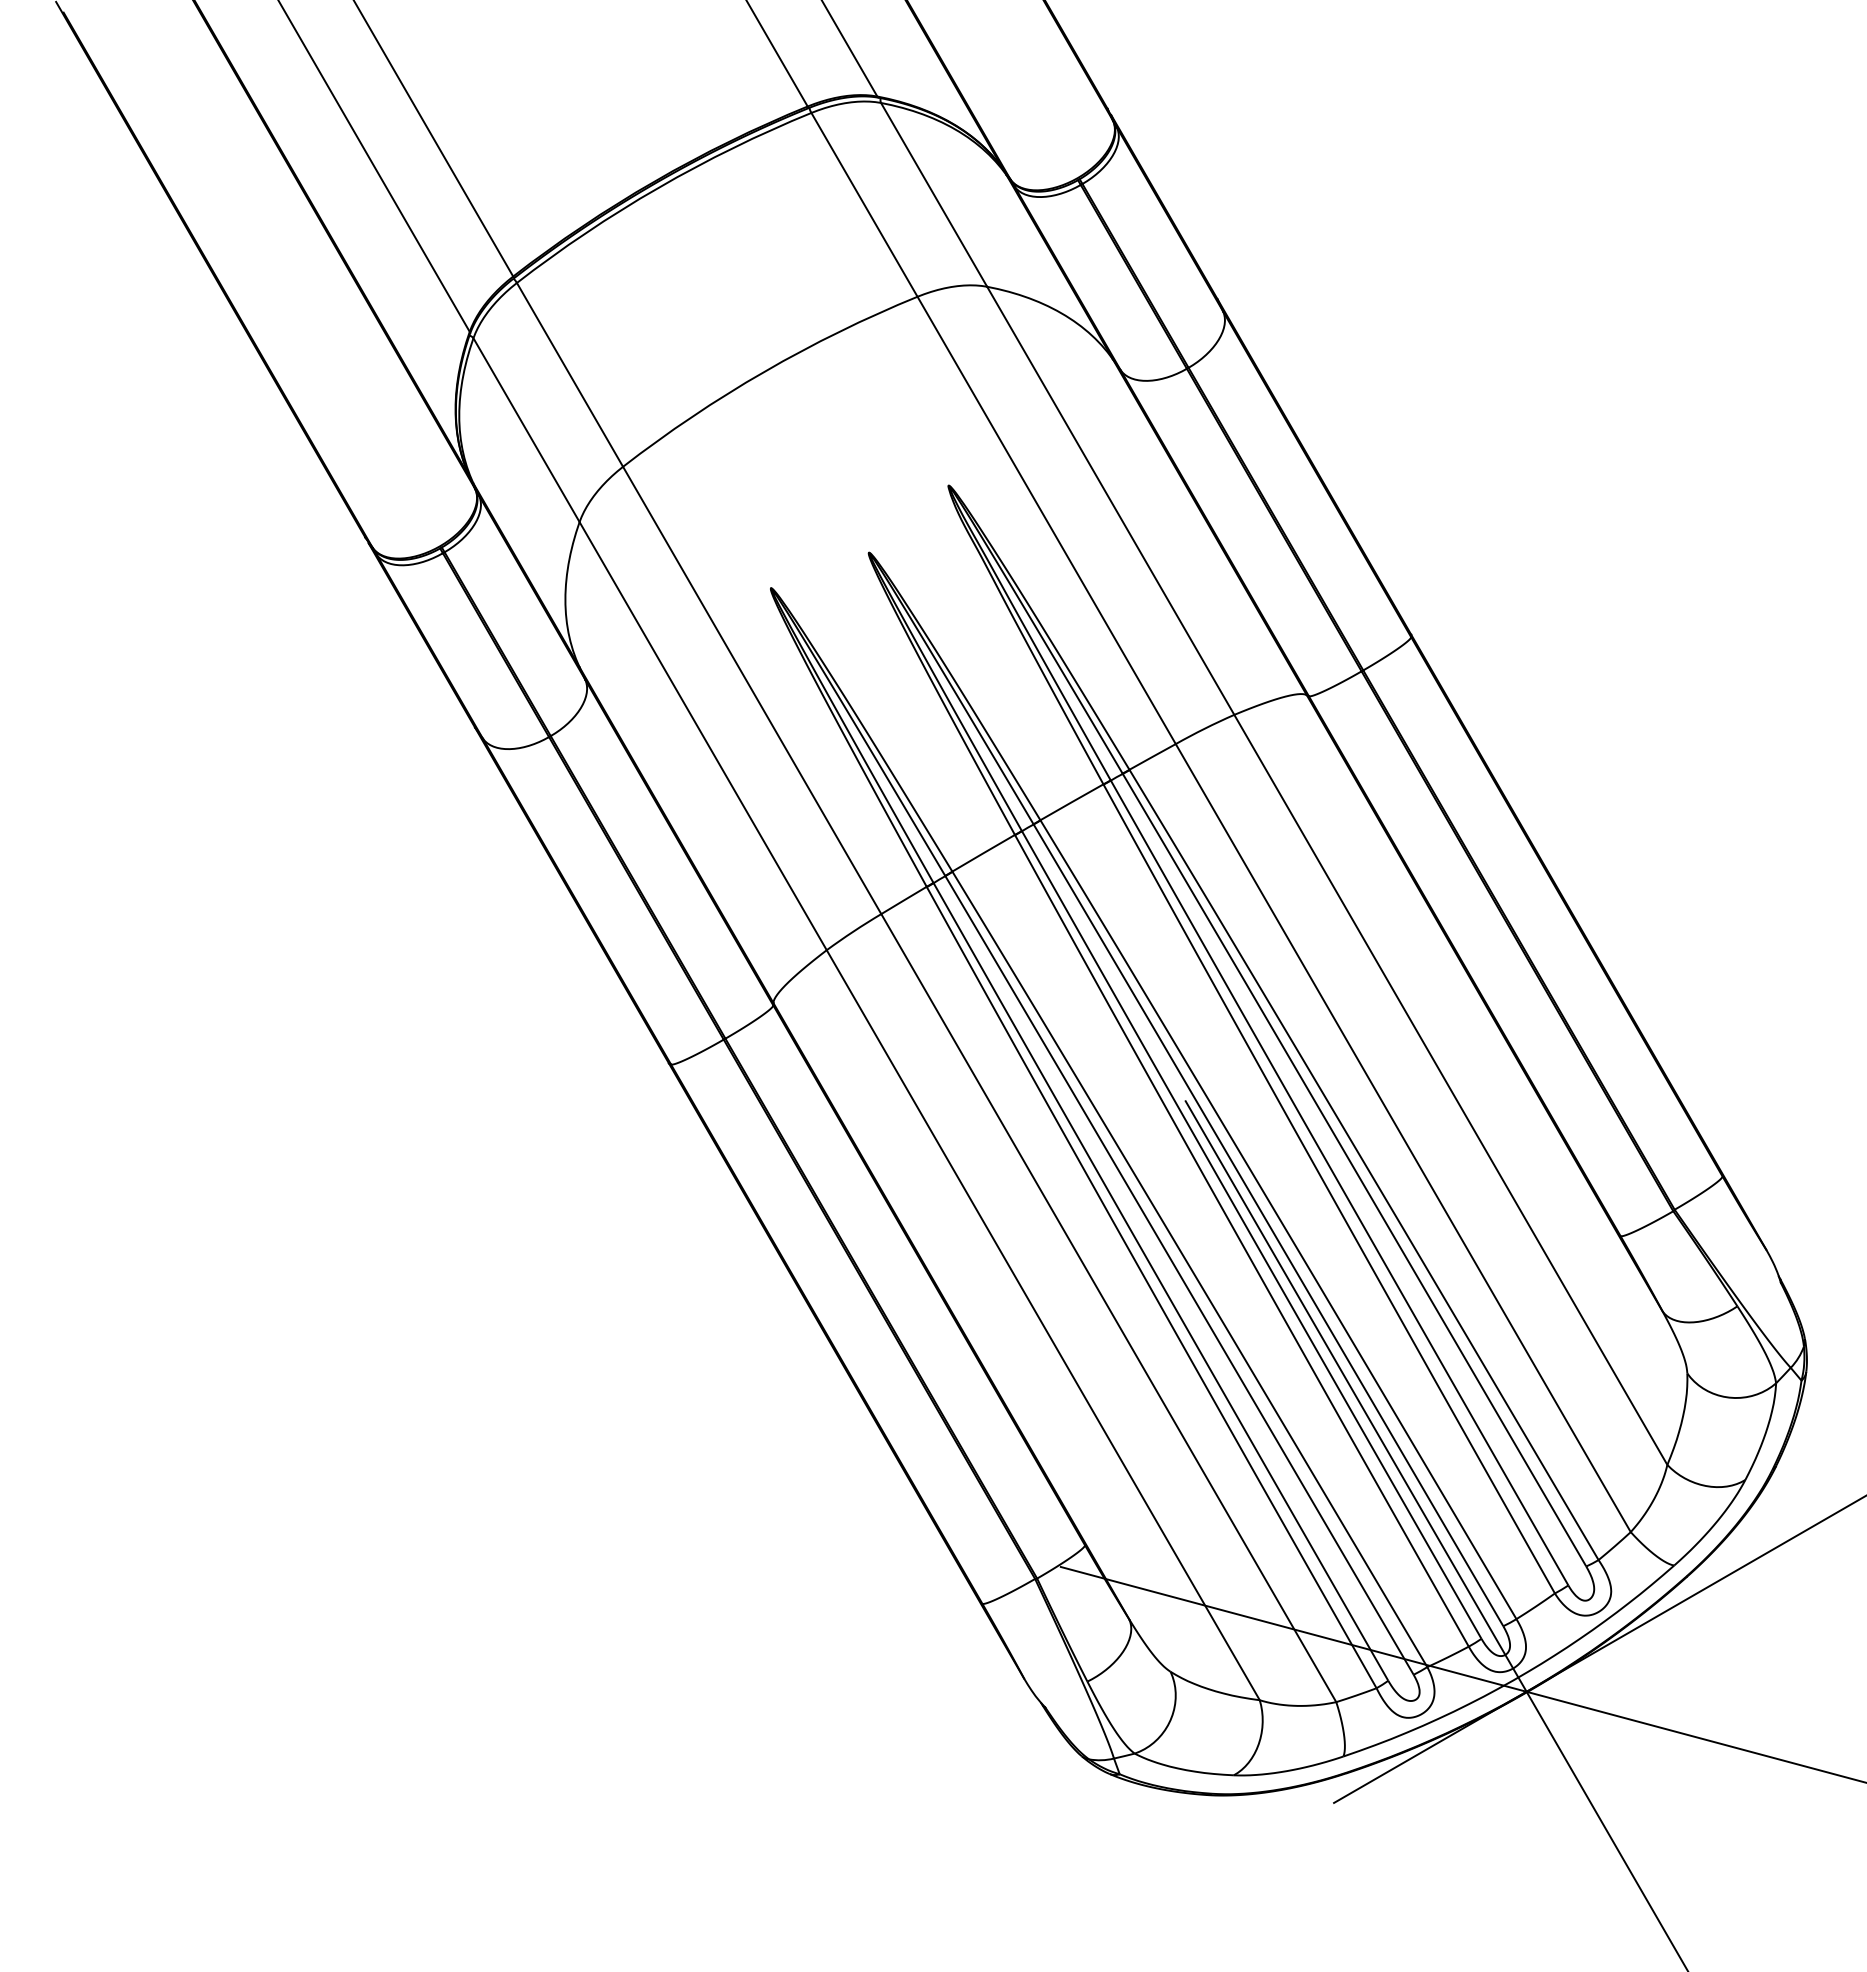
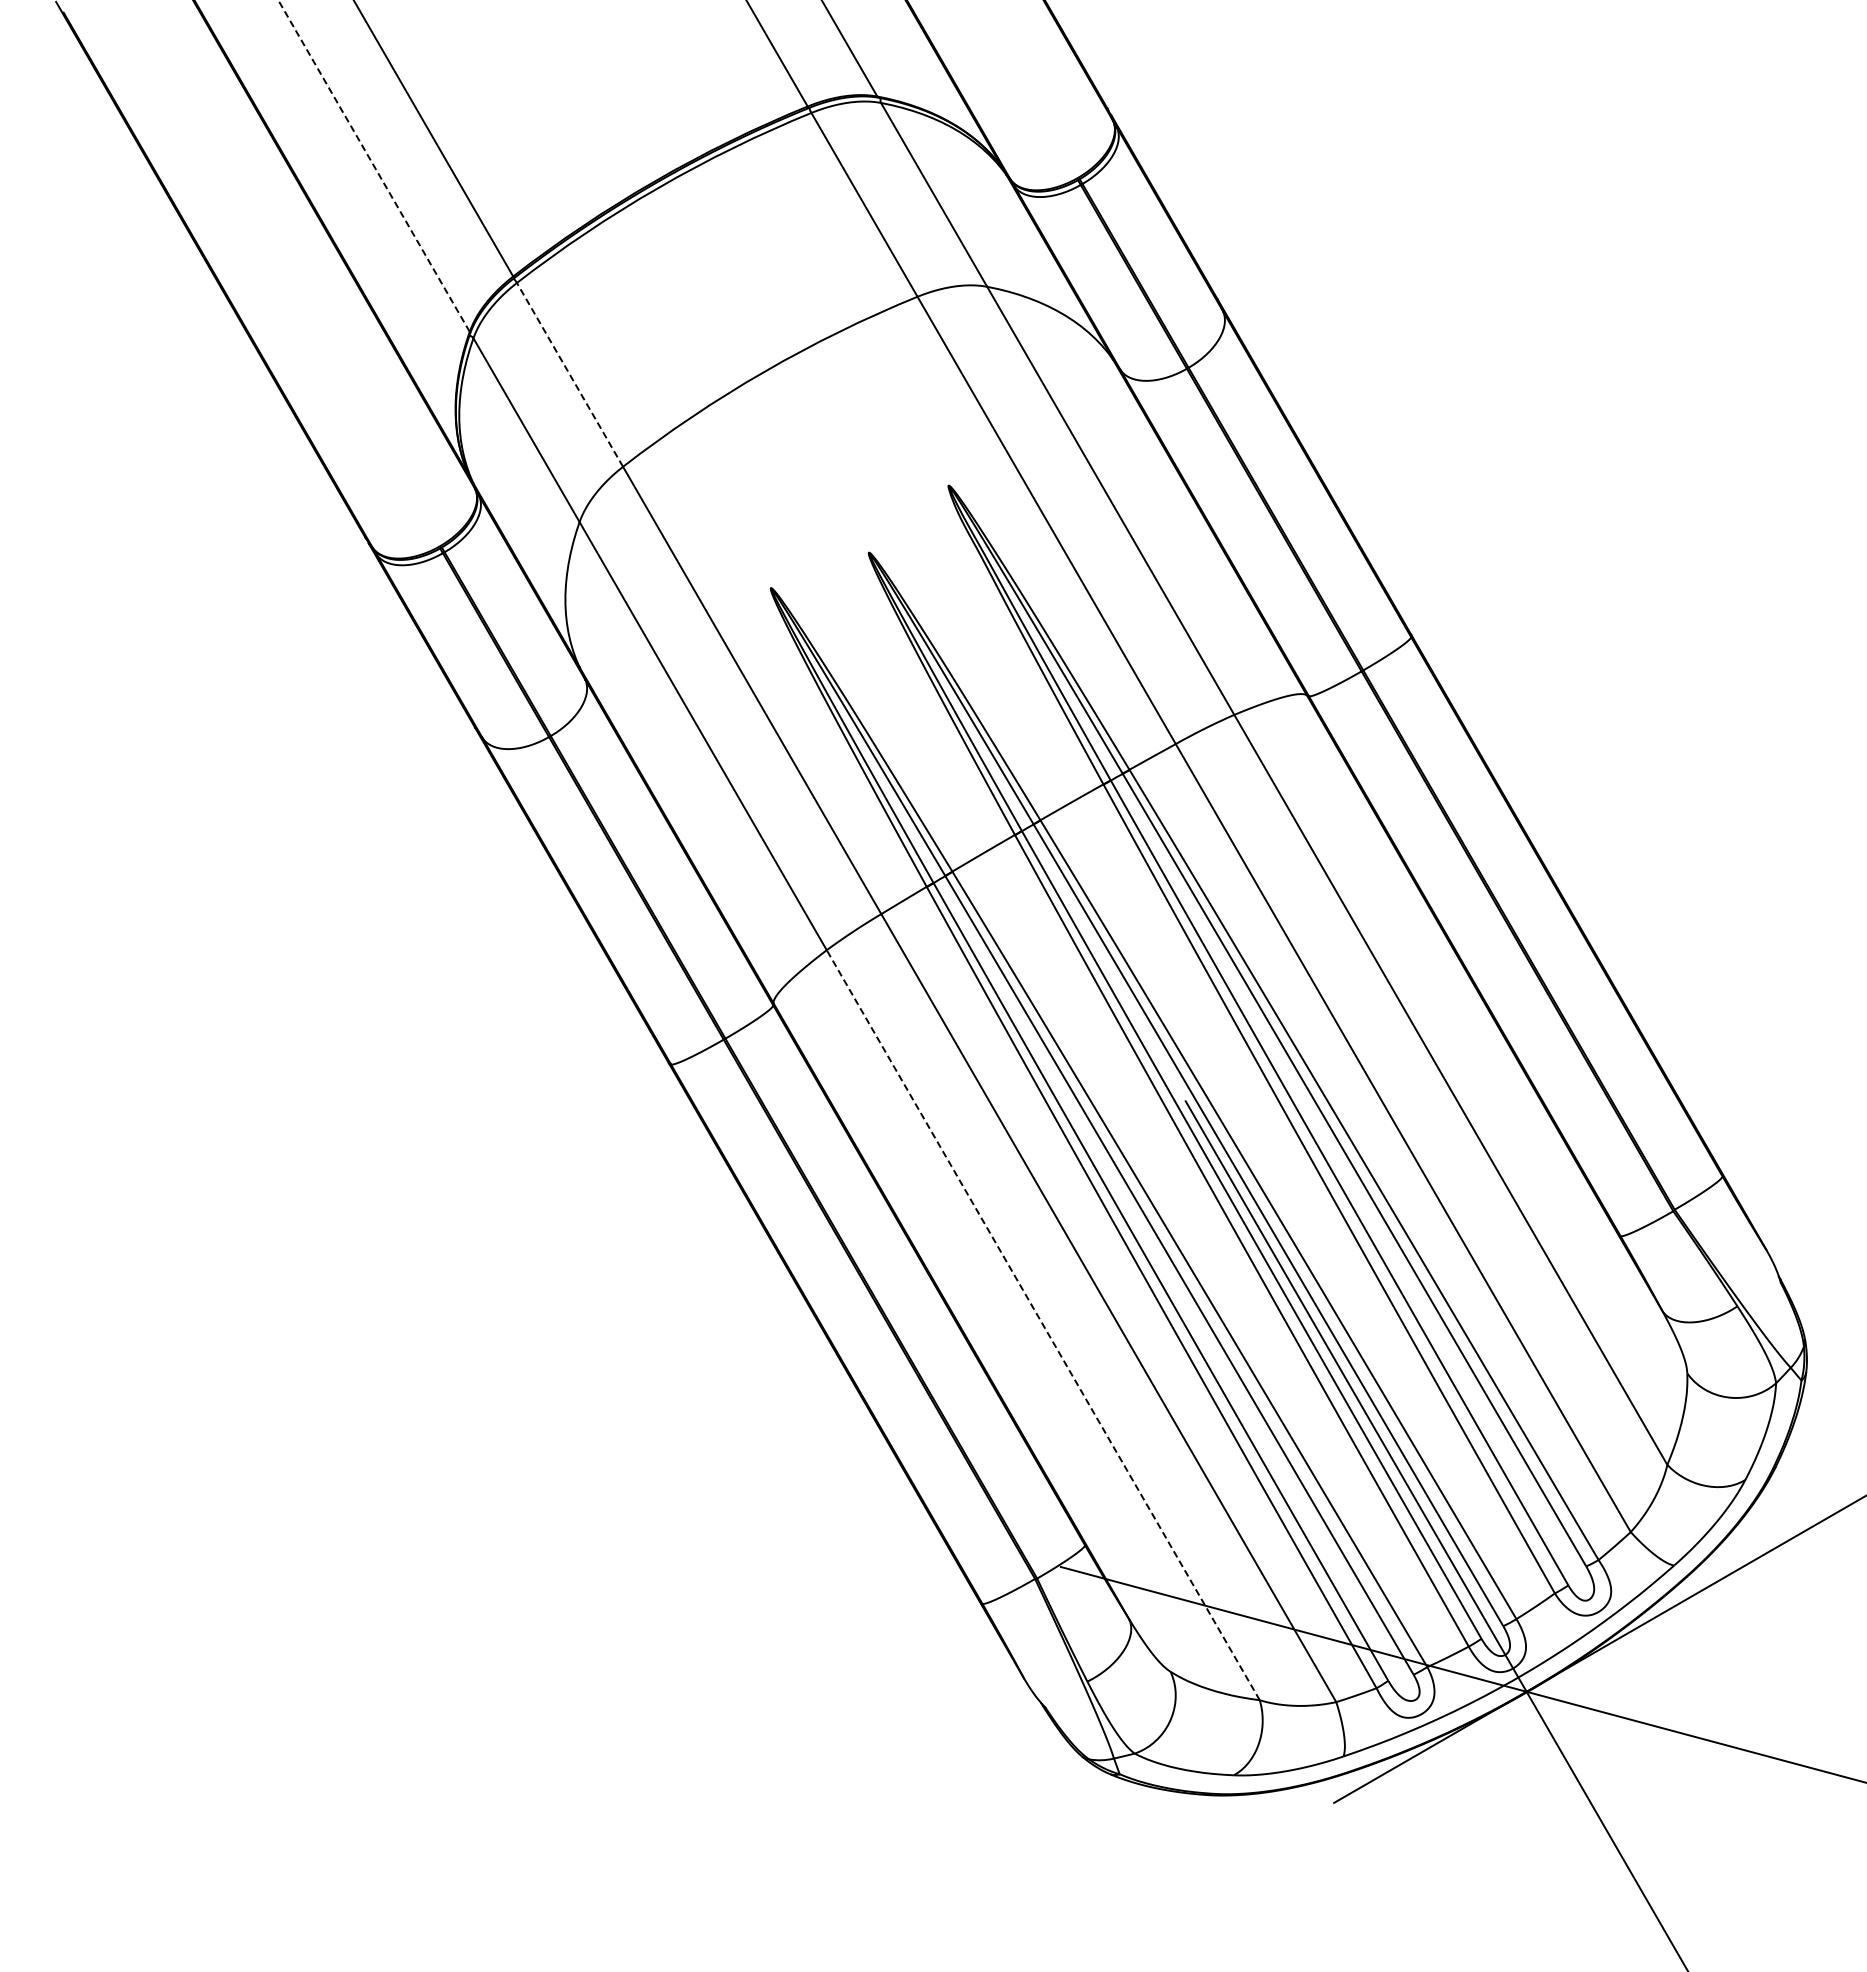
line at (373, 165): solid -> dashed
line at (569, 374): solid -> dashed
line at (1043, 1324): solid -> dashed
